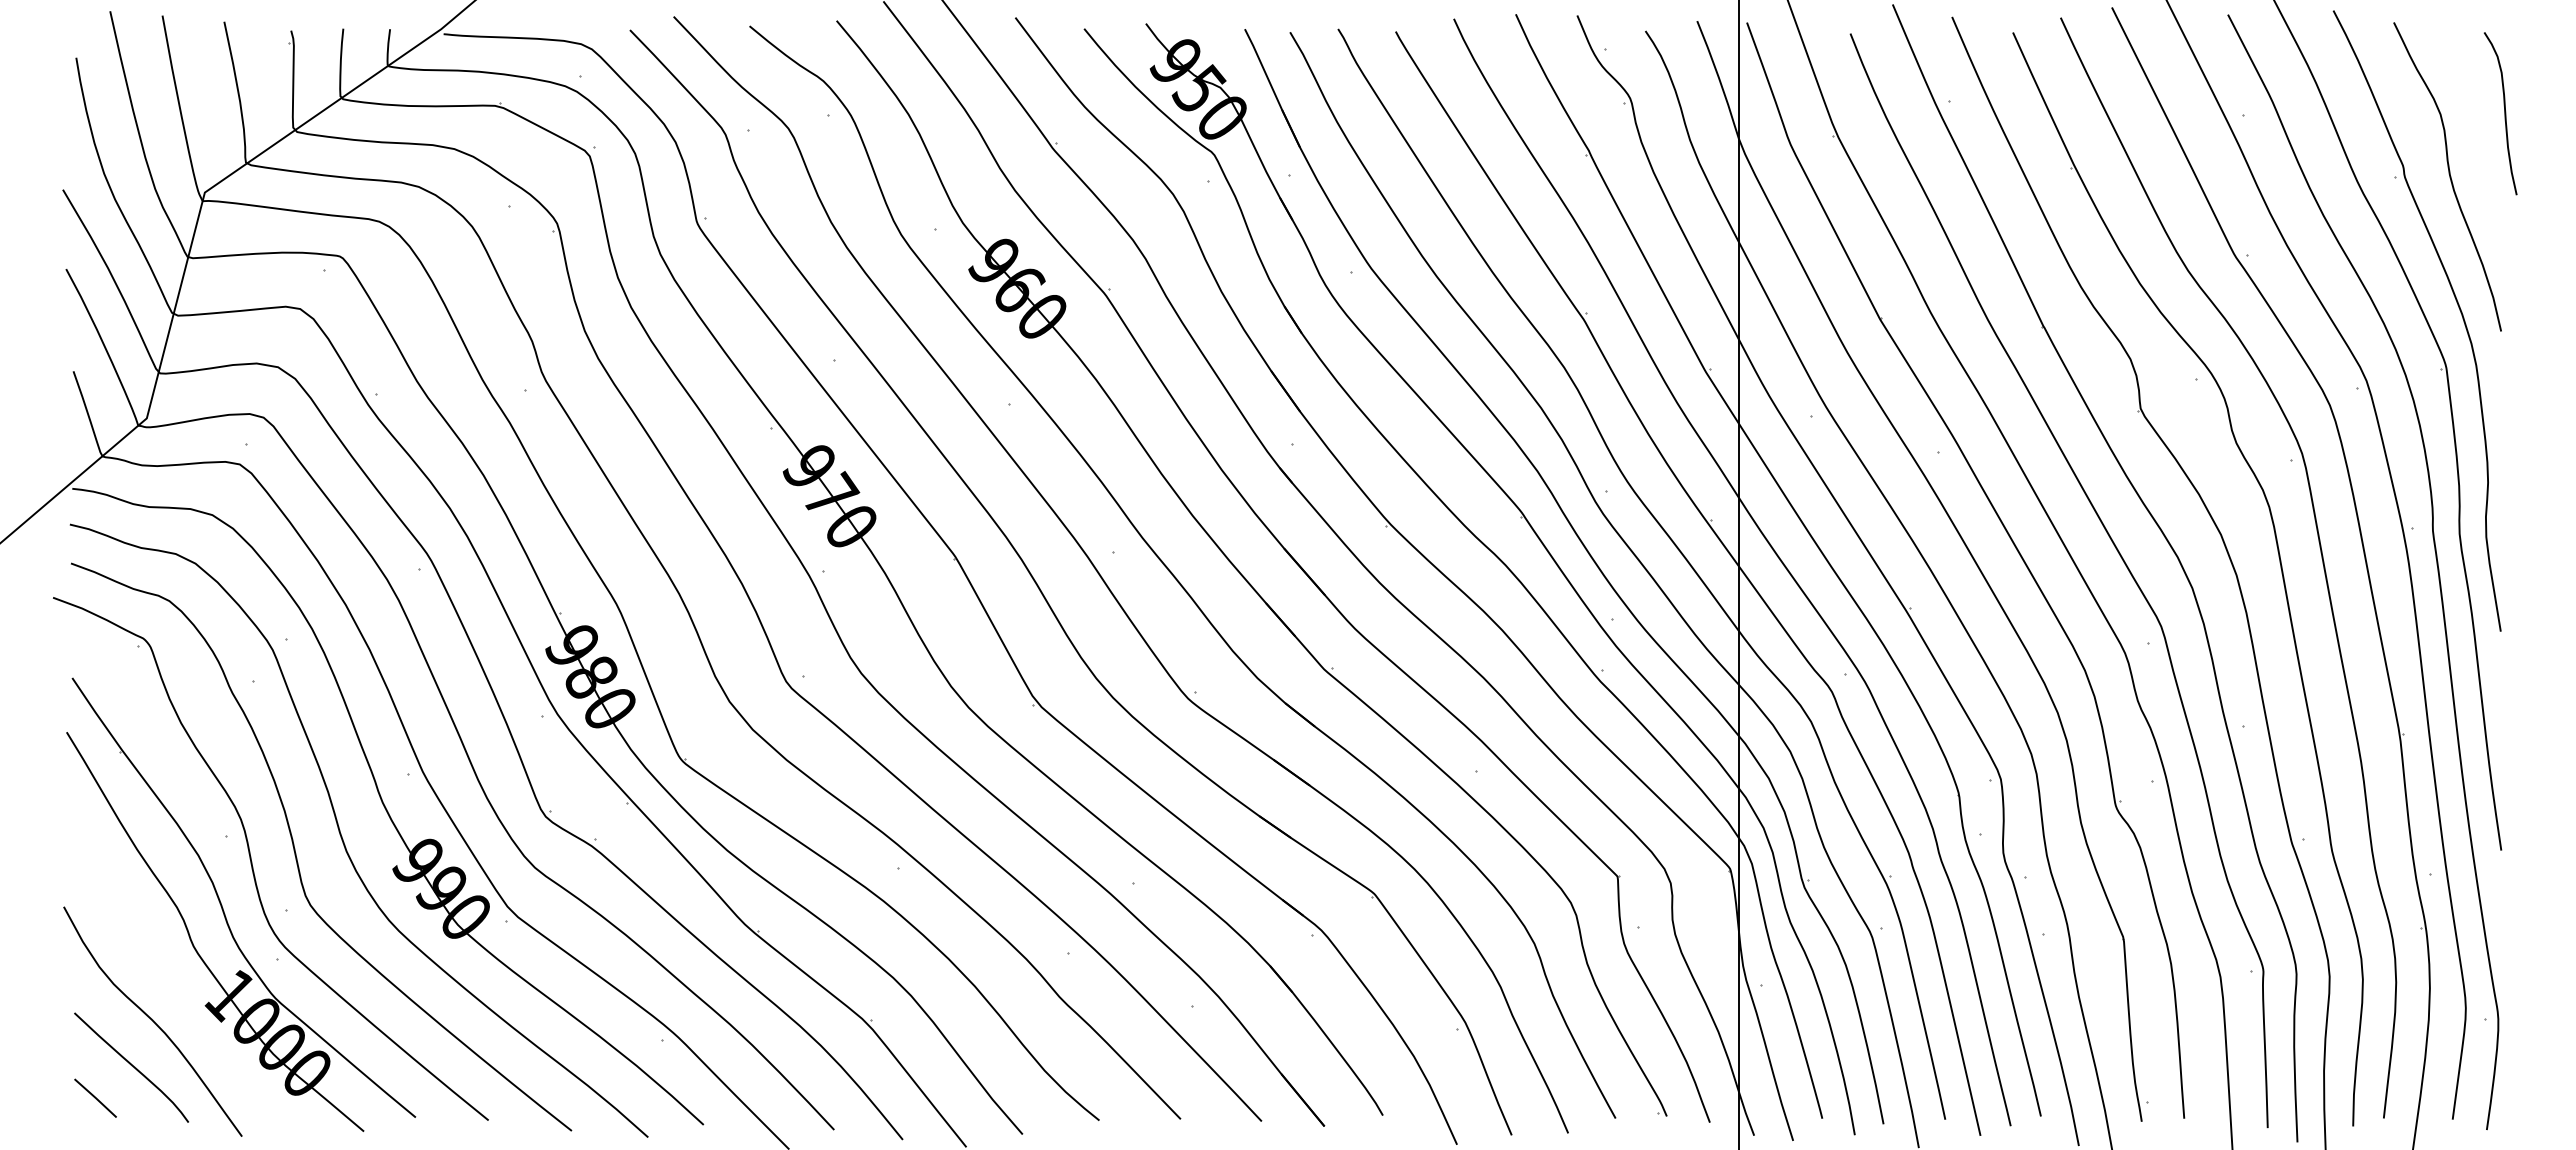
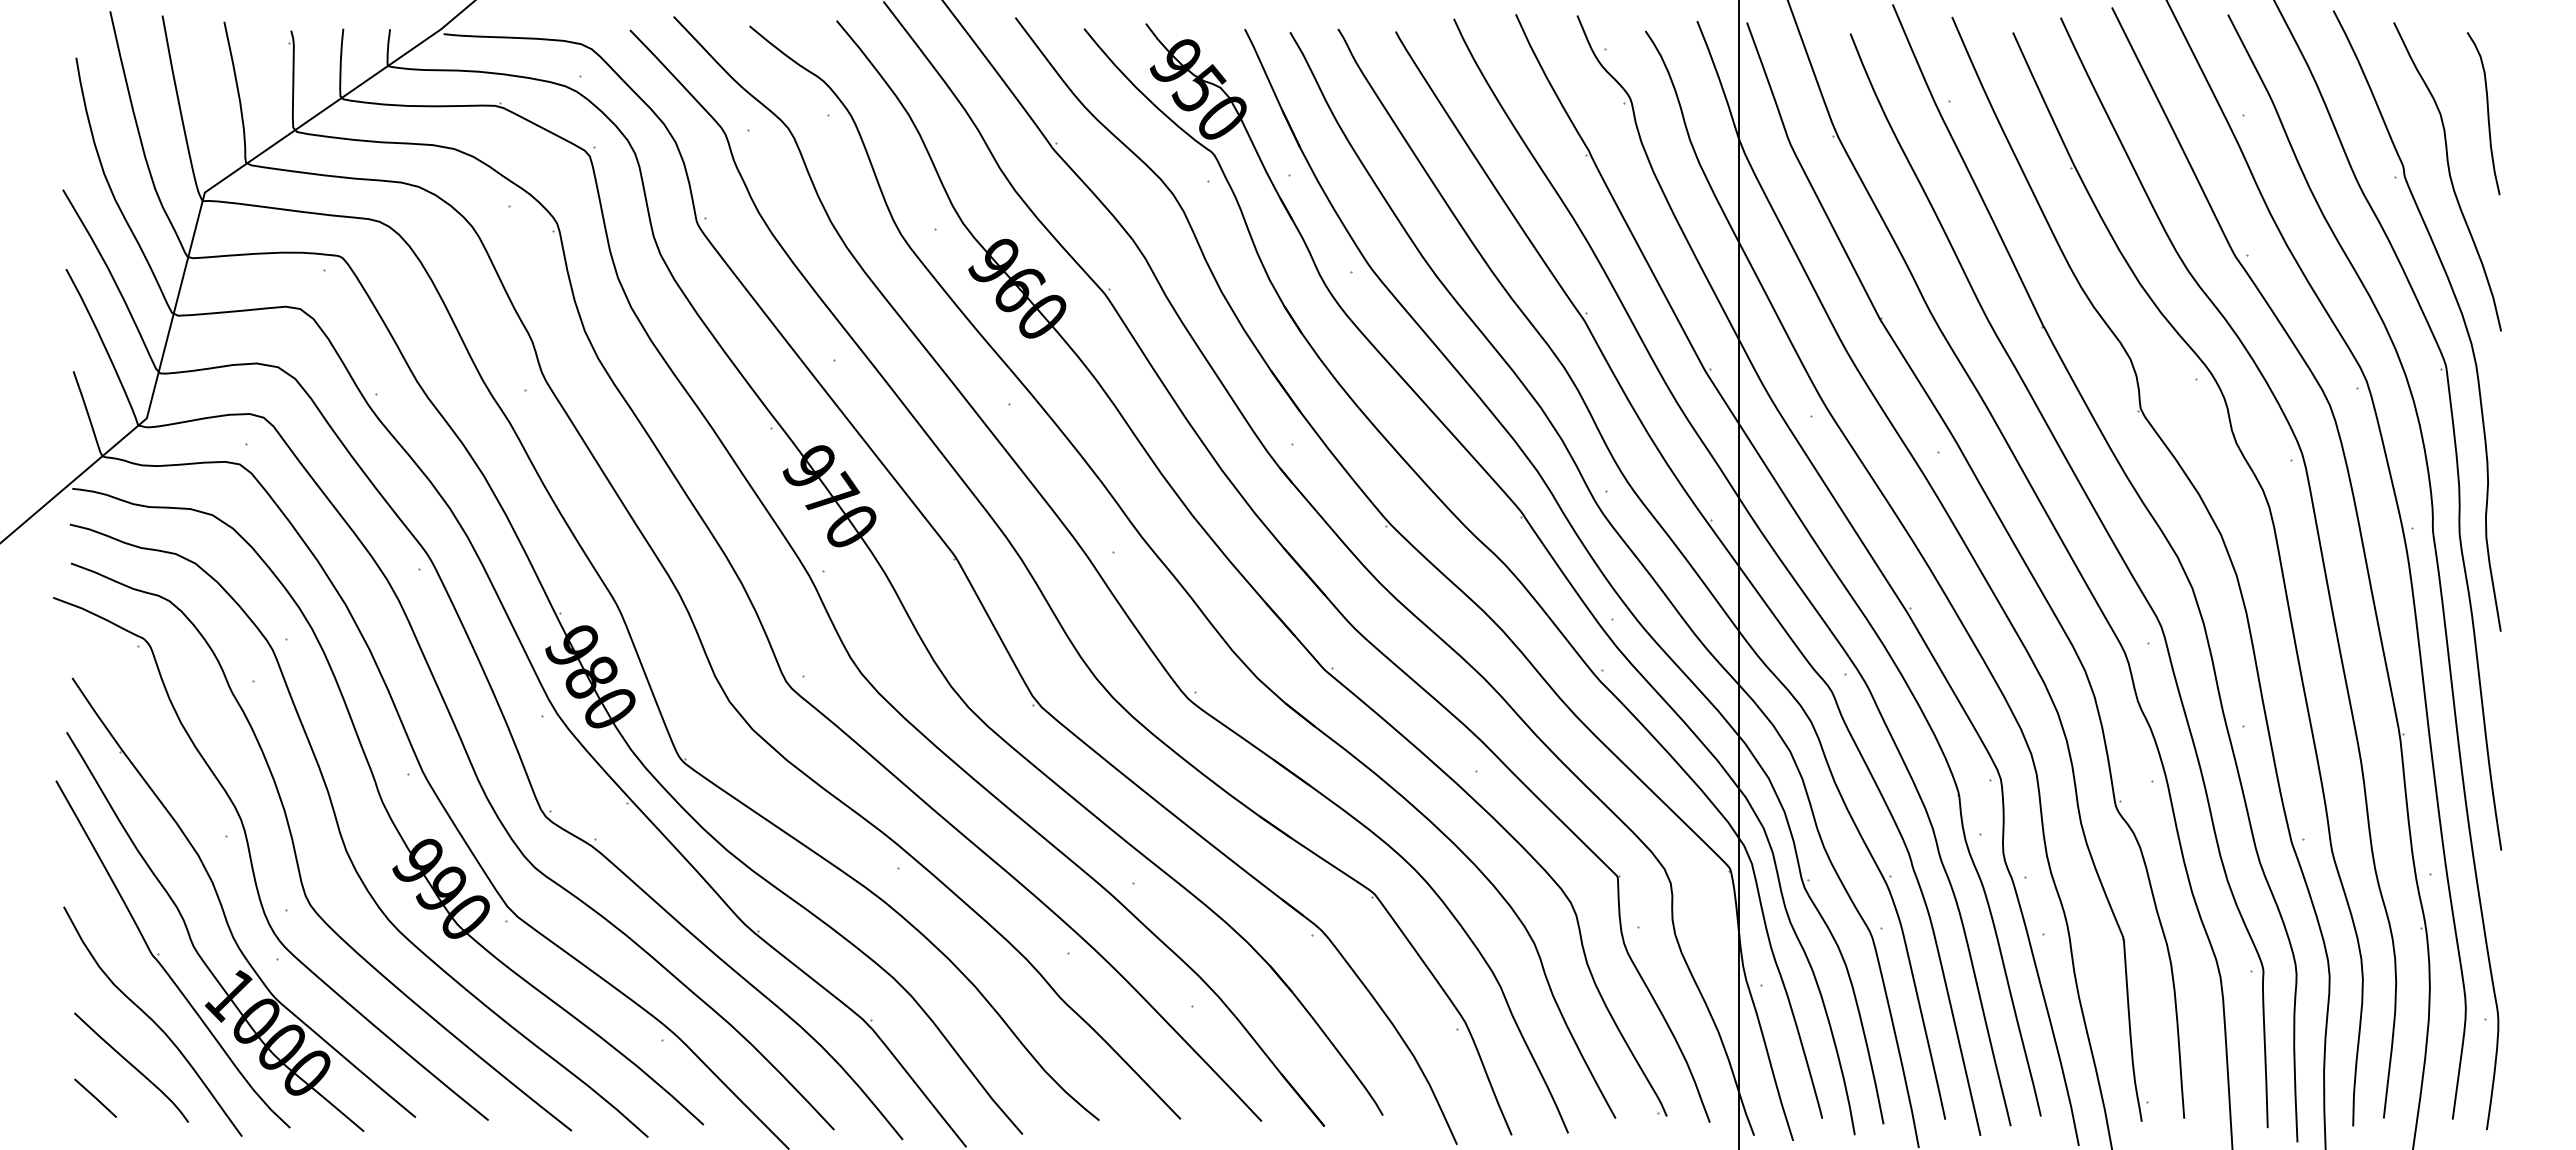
curve at (2504, 113) position: (2504, 113) -> (2487, 113)
part at (159, 954): none -> present
